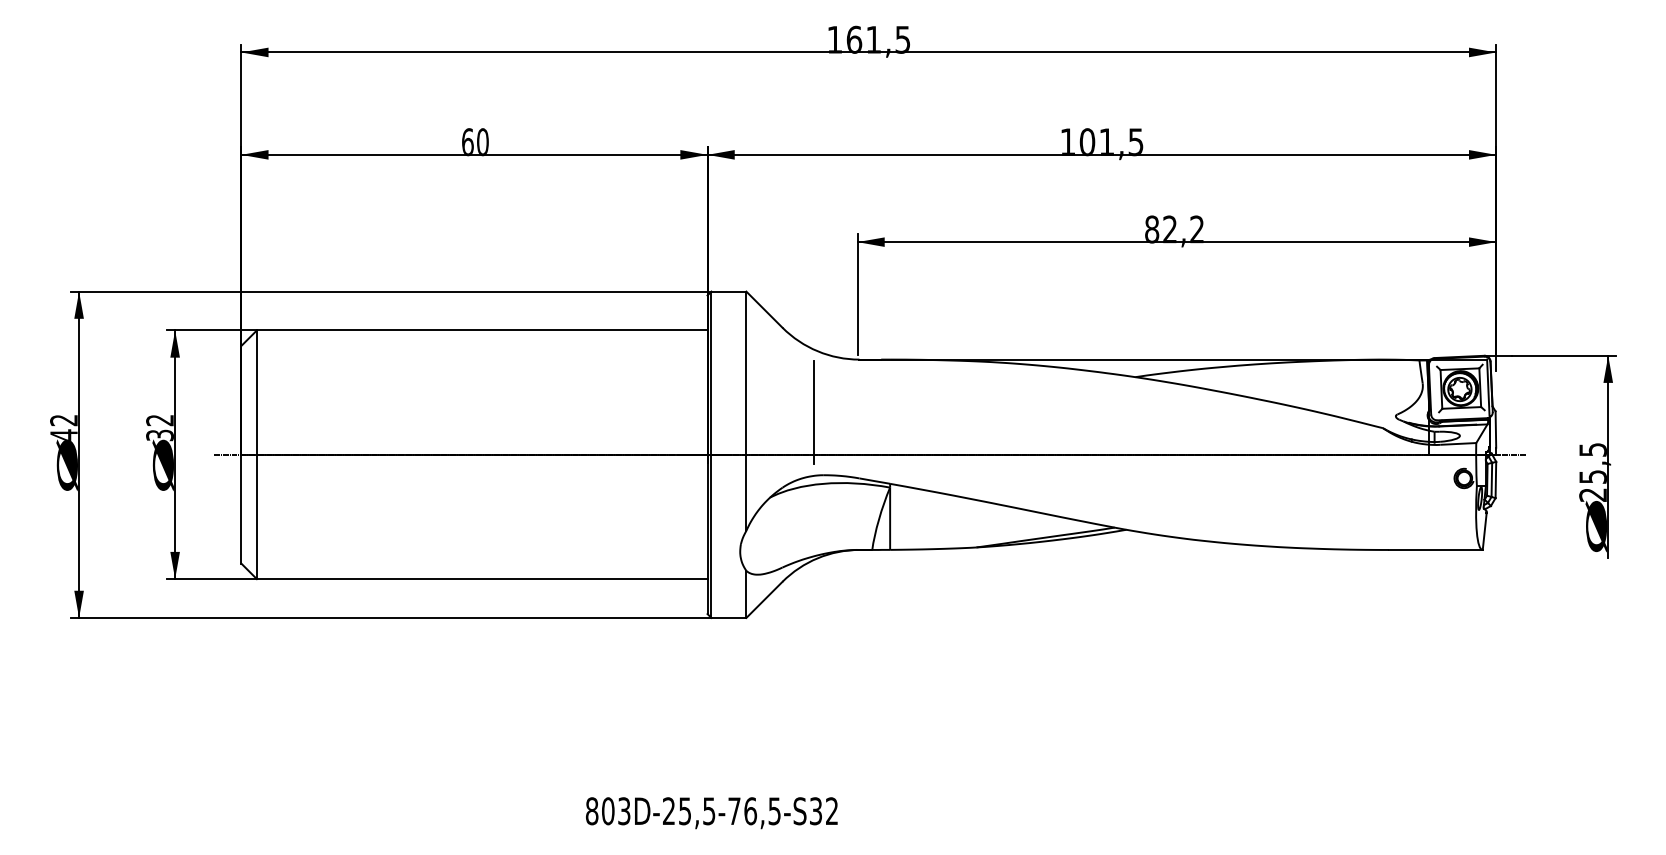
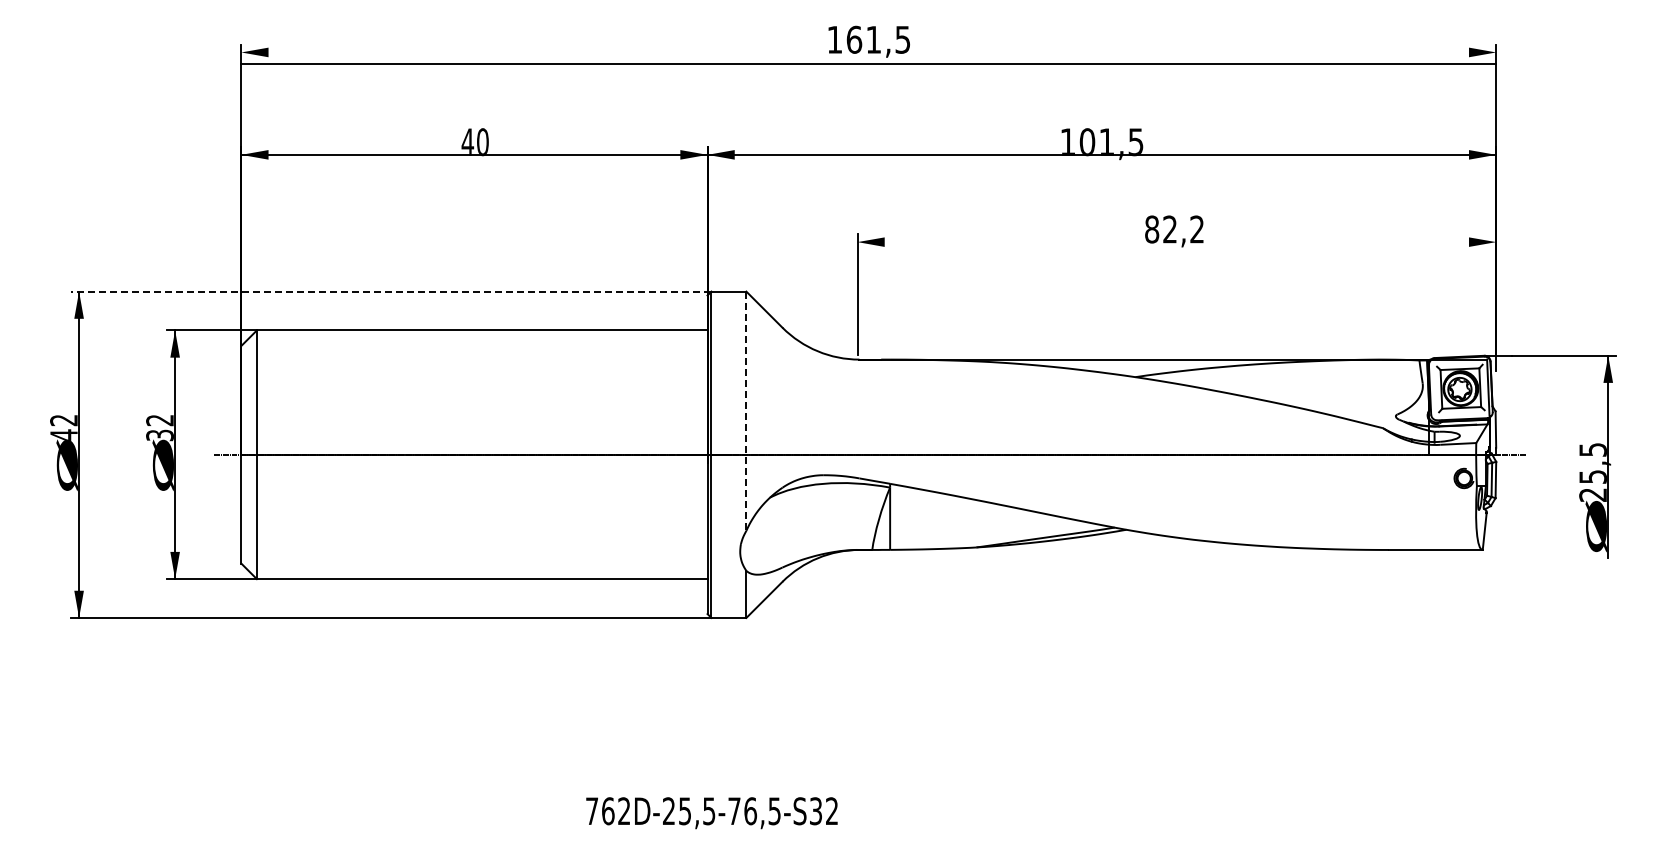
line at (868, 52) position: (868, 52) -> (868, 64)
text at (467, 142): 60 -> 40
line at (1176, 242): present -> none
line at (390, 291): solid -> dashed
line at (746, 411): solid -> dashed
line at (814, 412): present -> none
text at (607, 811): 803D-25,5-76,5-S32 -> 762D-25,5-76,5-S32
